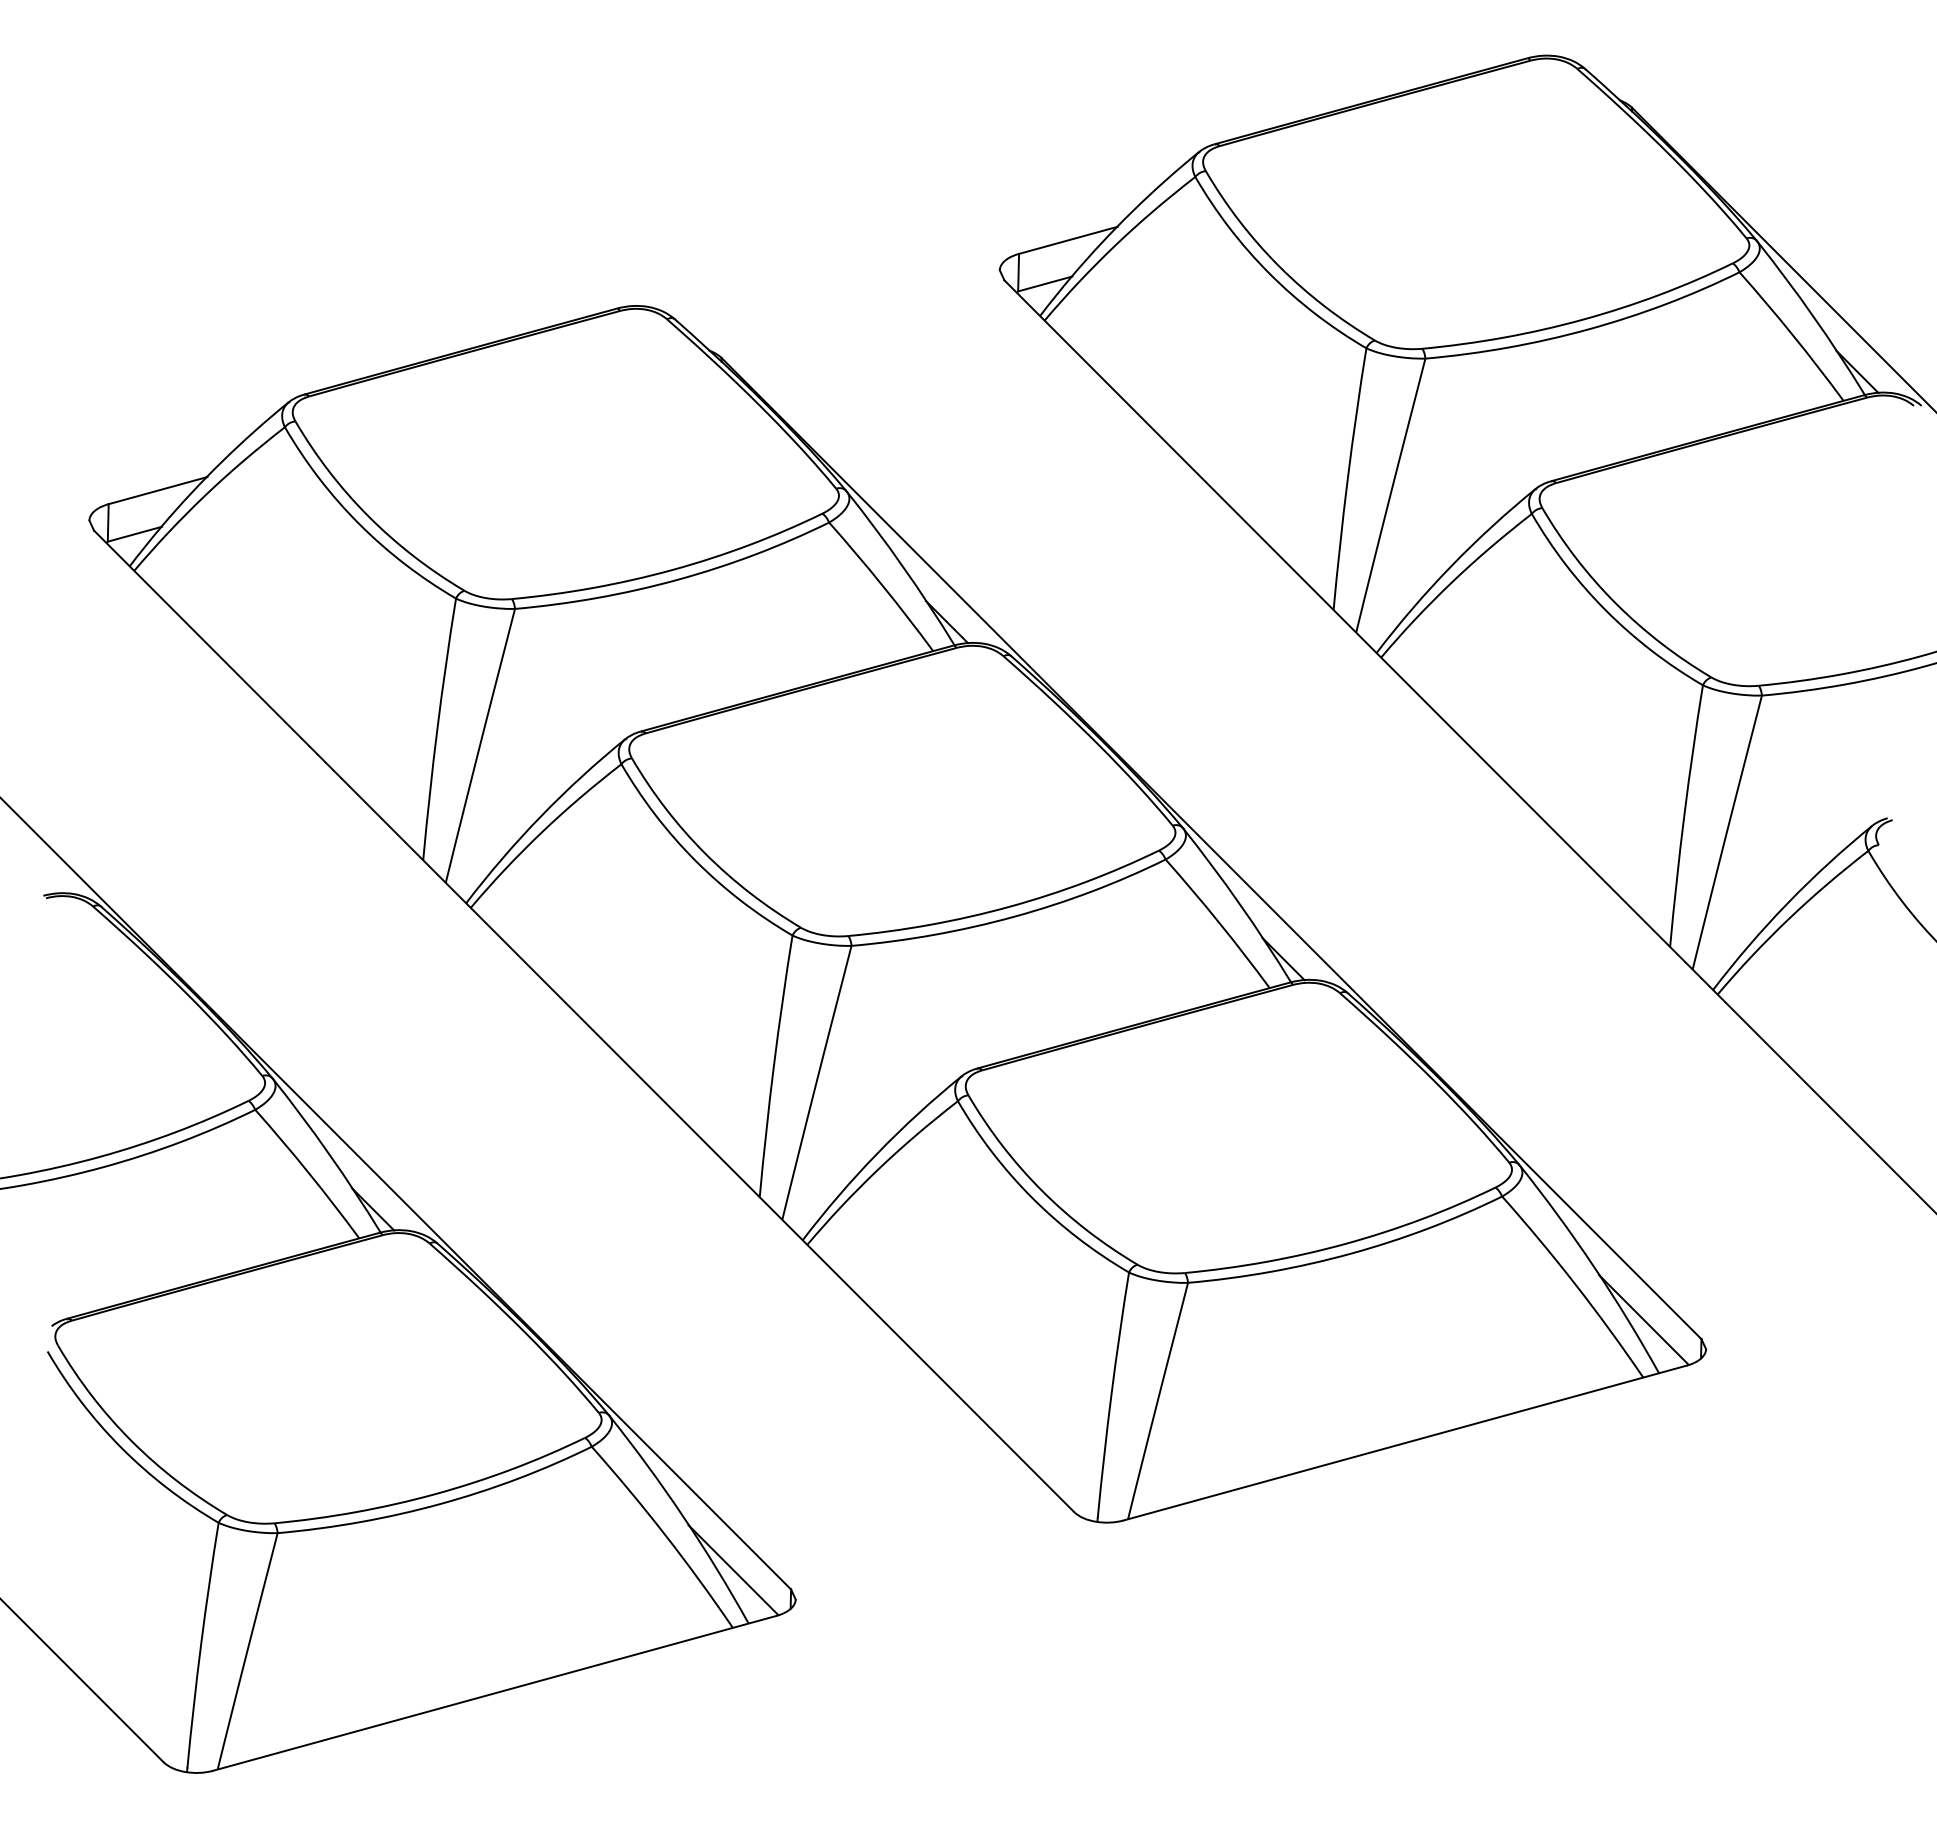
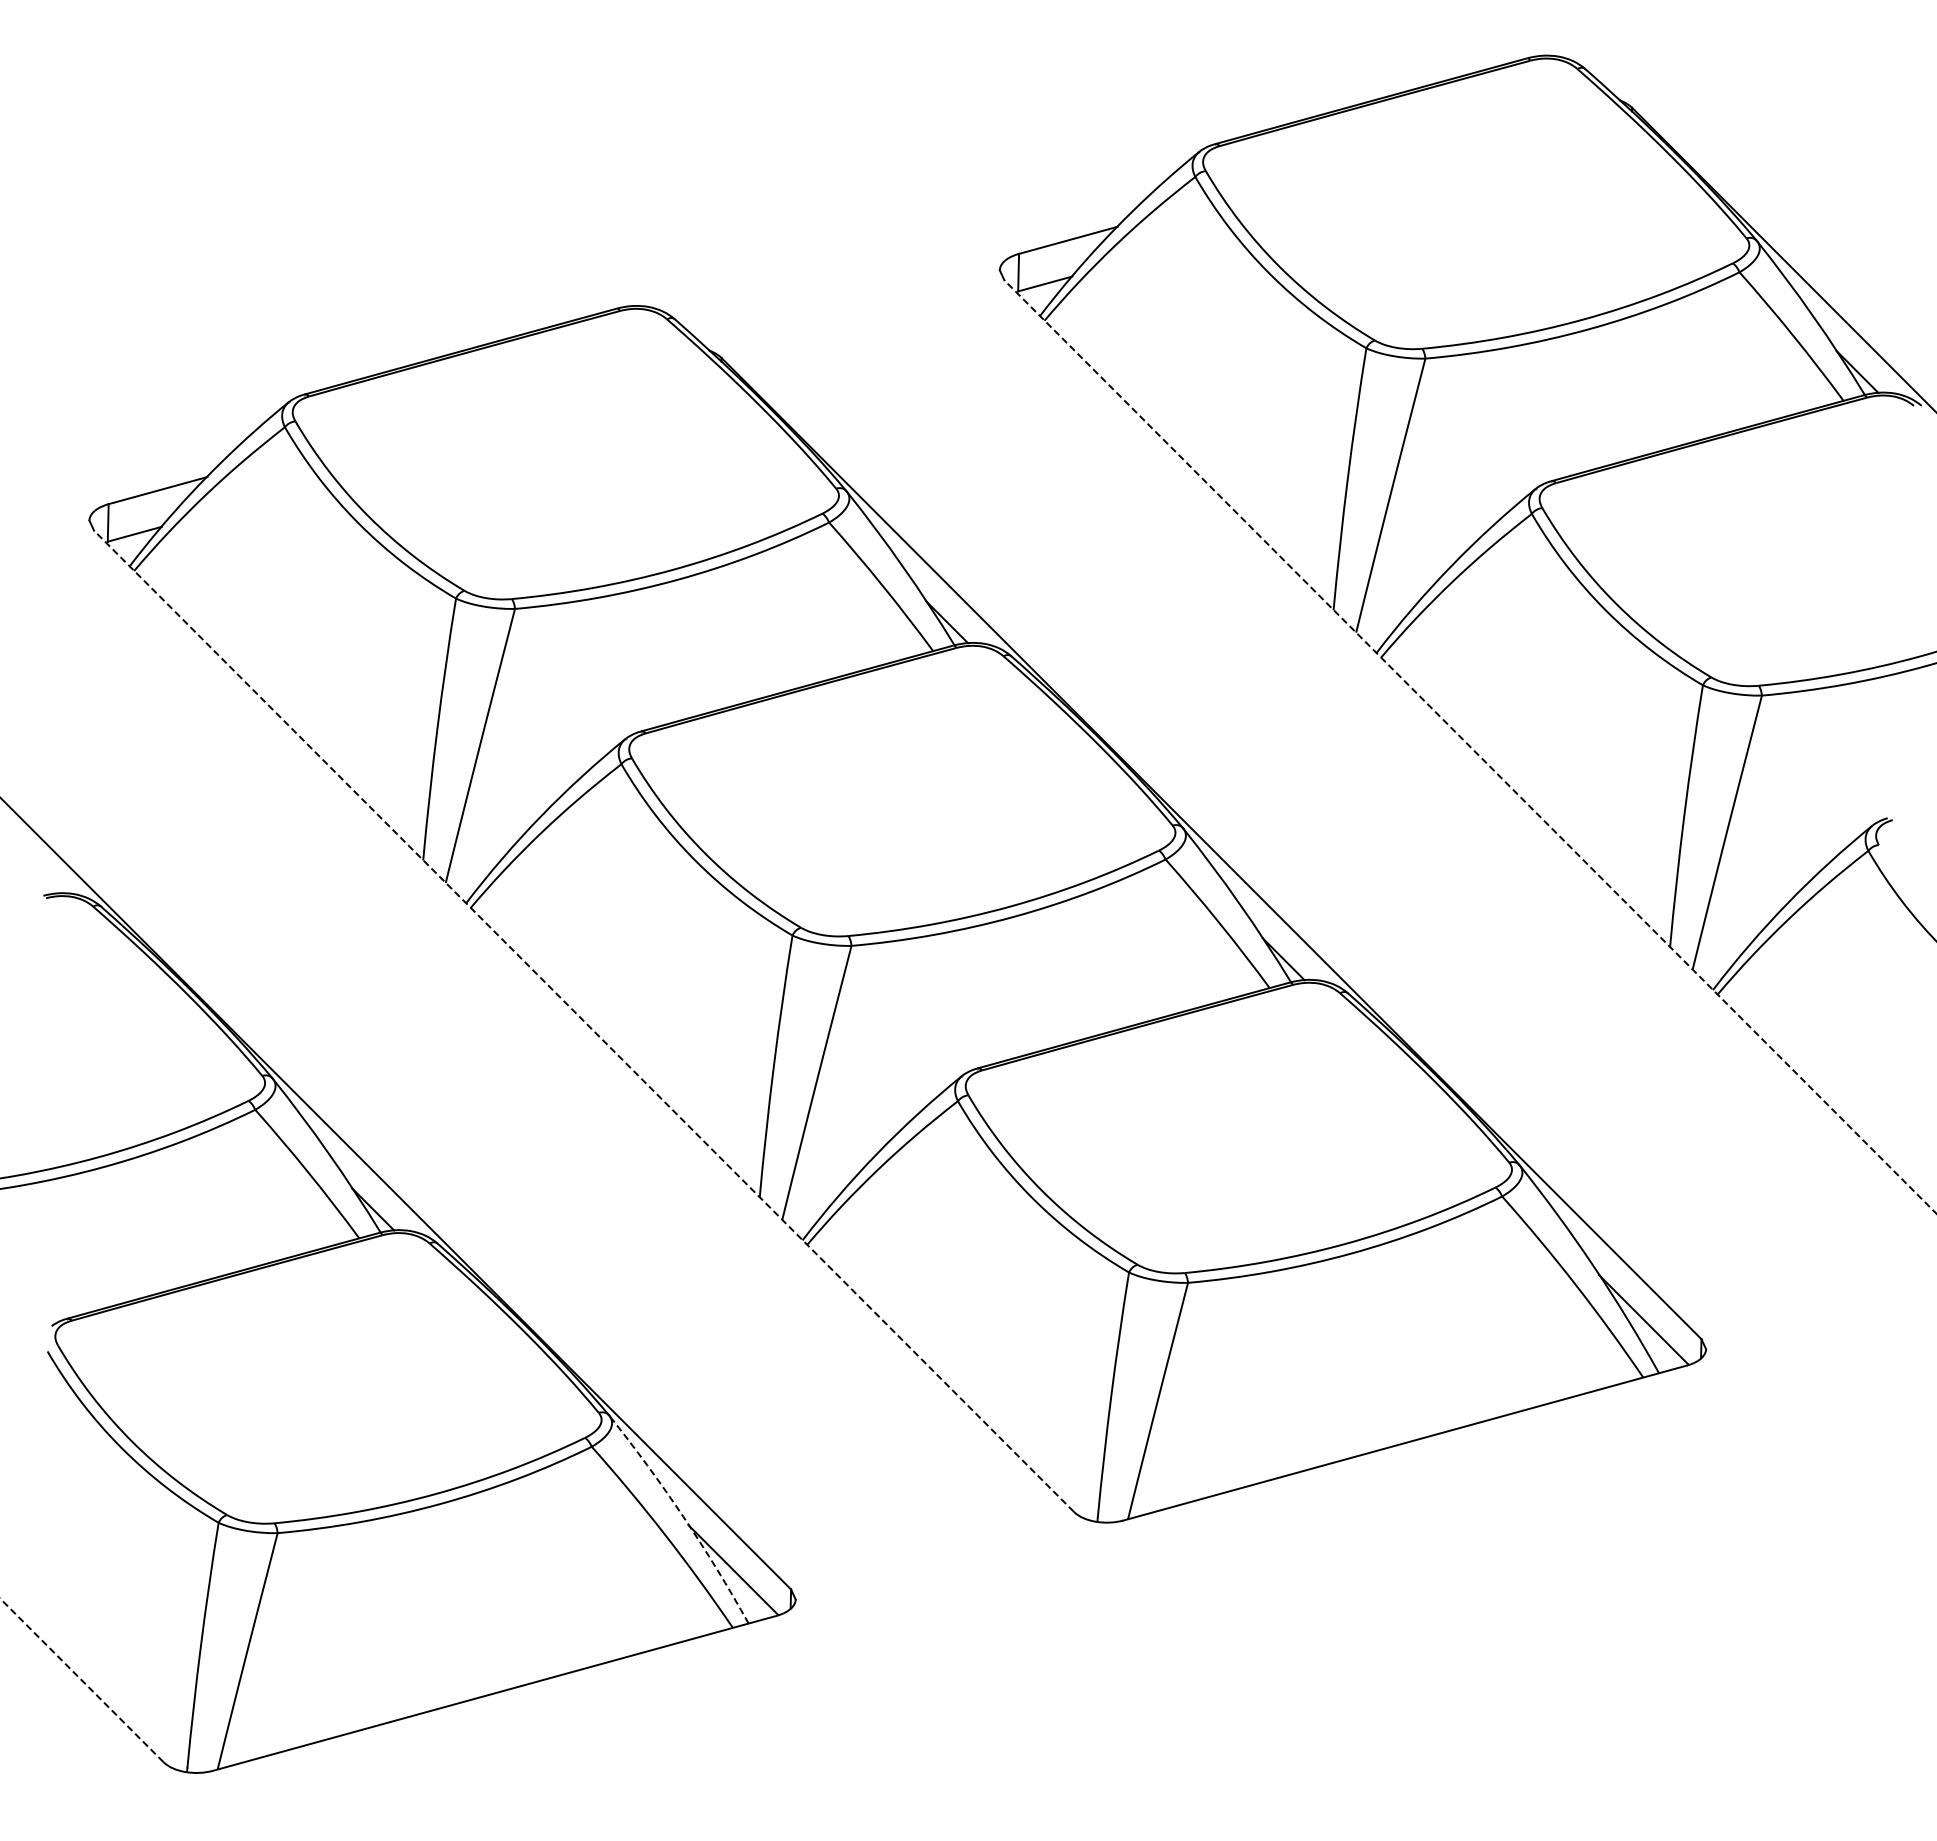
line at (1470, 747): solid -> dashed
line at (583, 1020): solid -> dashed
arc at (683, 1516): solid -> dashed
line at (81, 1680): solid -> dashed
